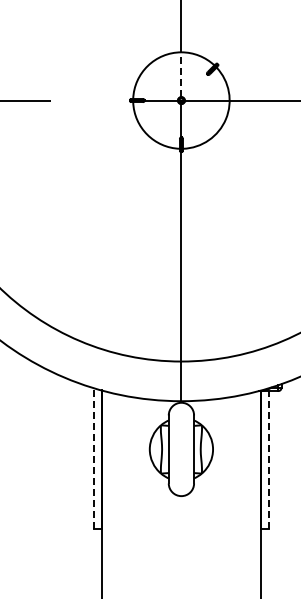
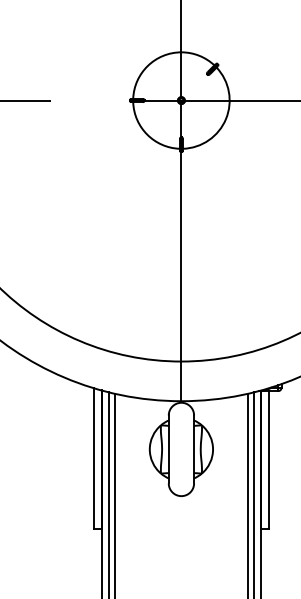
line at (181, 74): dashed -> solid
line at (93, 457): dashed -> solid
line at (269, 459): dashed -> solid
line at (108, 493): none -> present
line at (254, 493): none -> present
line at (114, 494): none -> present
line at (247, 494): none -> present
